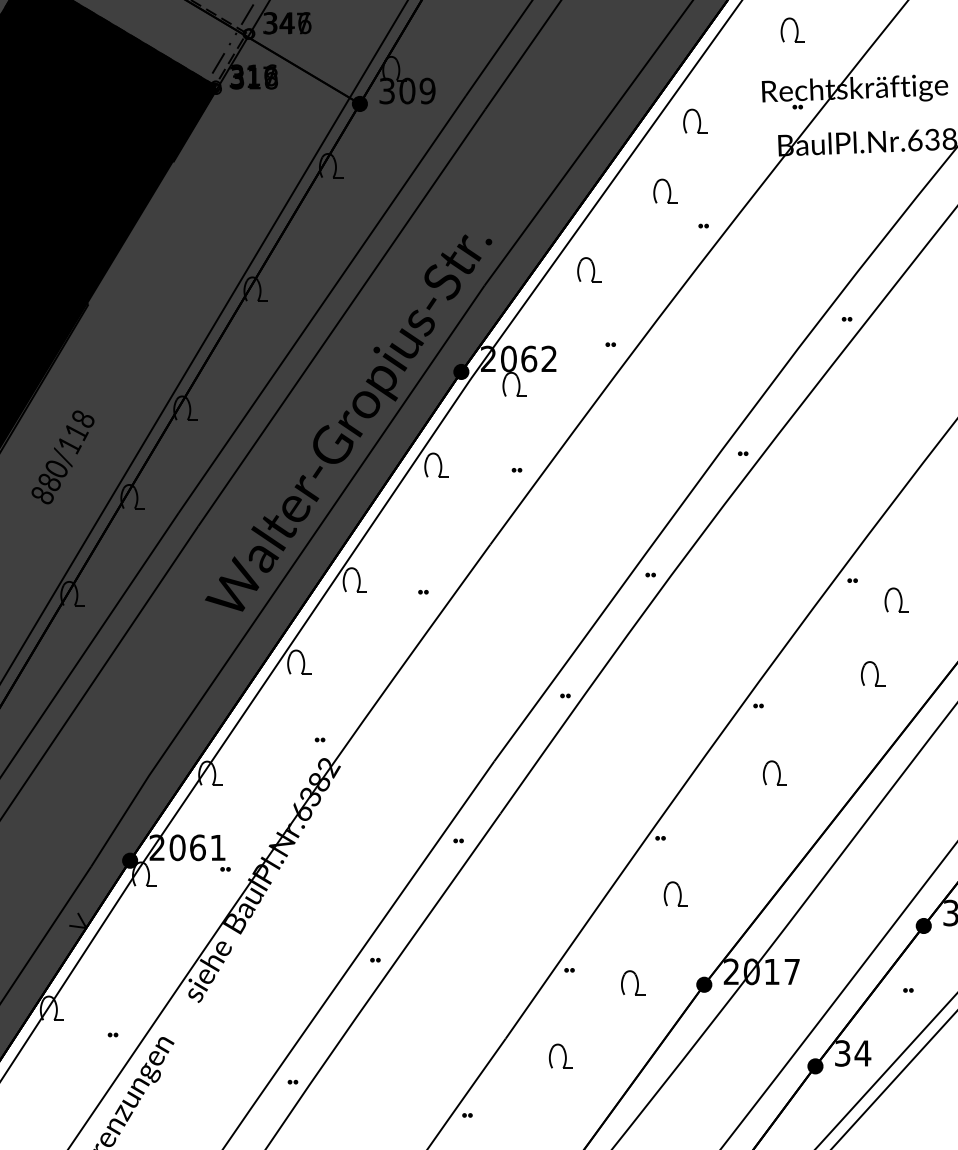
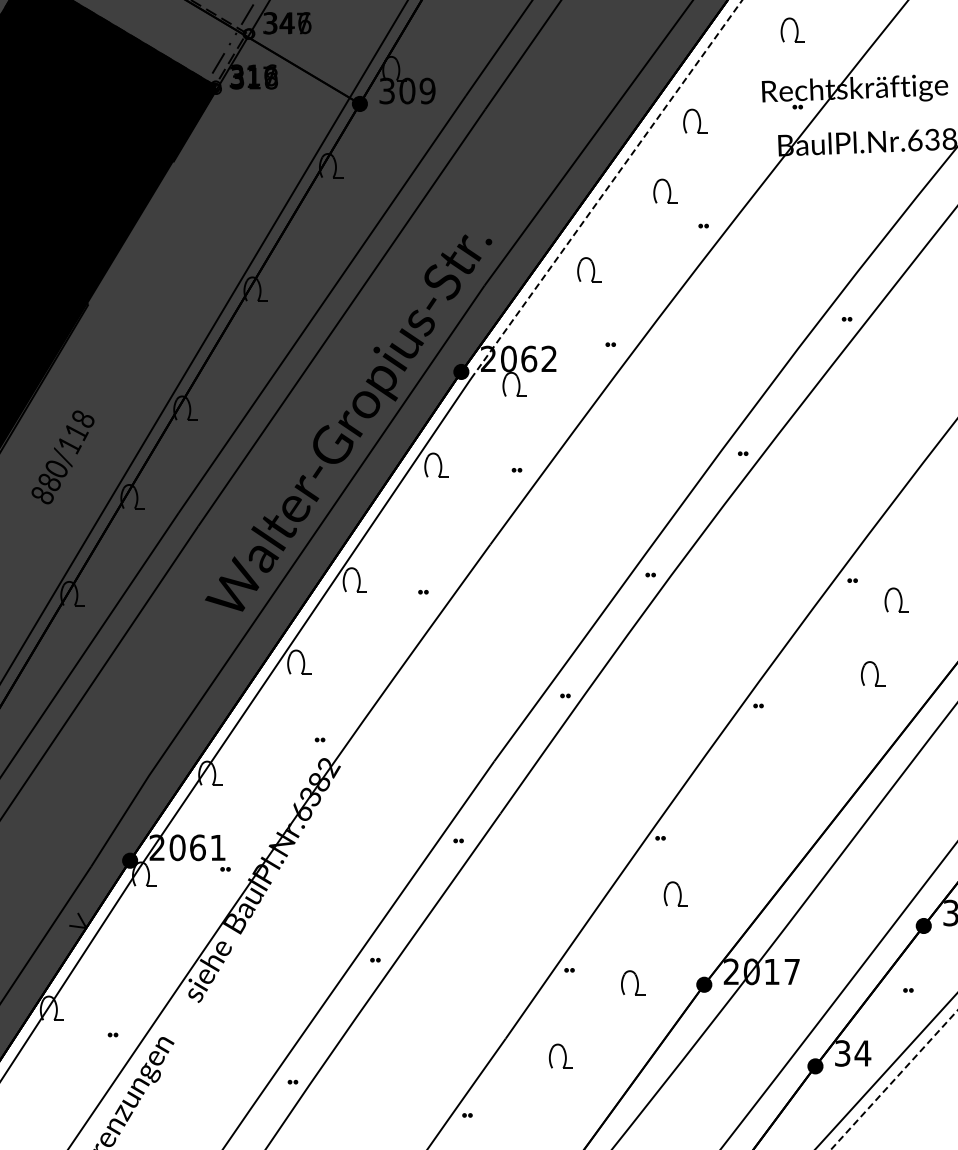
line at (606, 189): solid -> dashed
part at (774, 772): present -> none
line at (894, 1080): solid -> dashed
